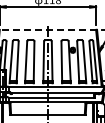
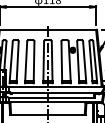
line at (48, 29): dashed -> solid
